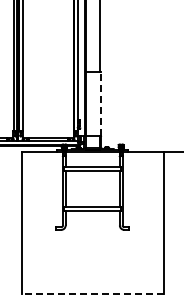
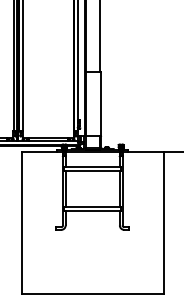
line at (100, 104): dashed -> solid
line at (92, 294): dashed -> solid
